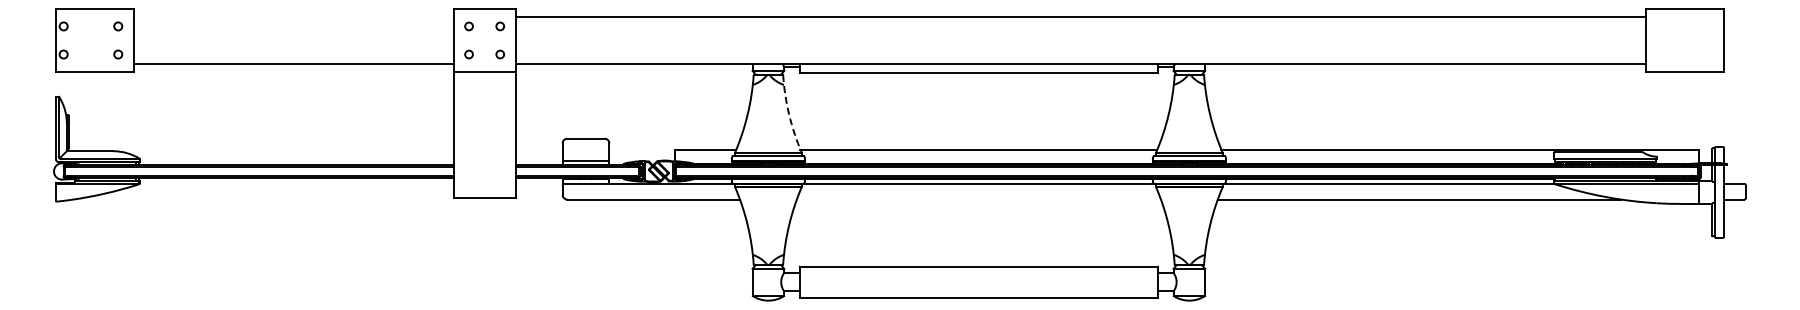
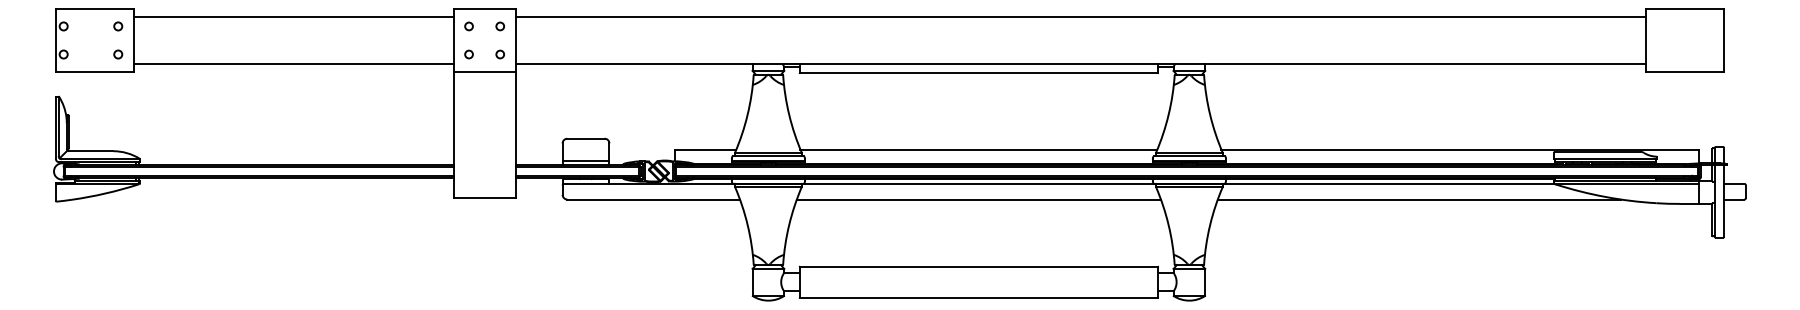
line at (293, 17): none -> present
arc at (789, 114): dashed -> solid
line at (978, 199): none -> present
